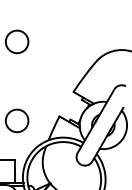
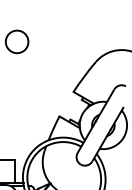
circle at (17, 120): present -> none
